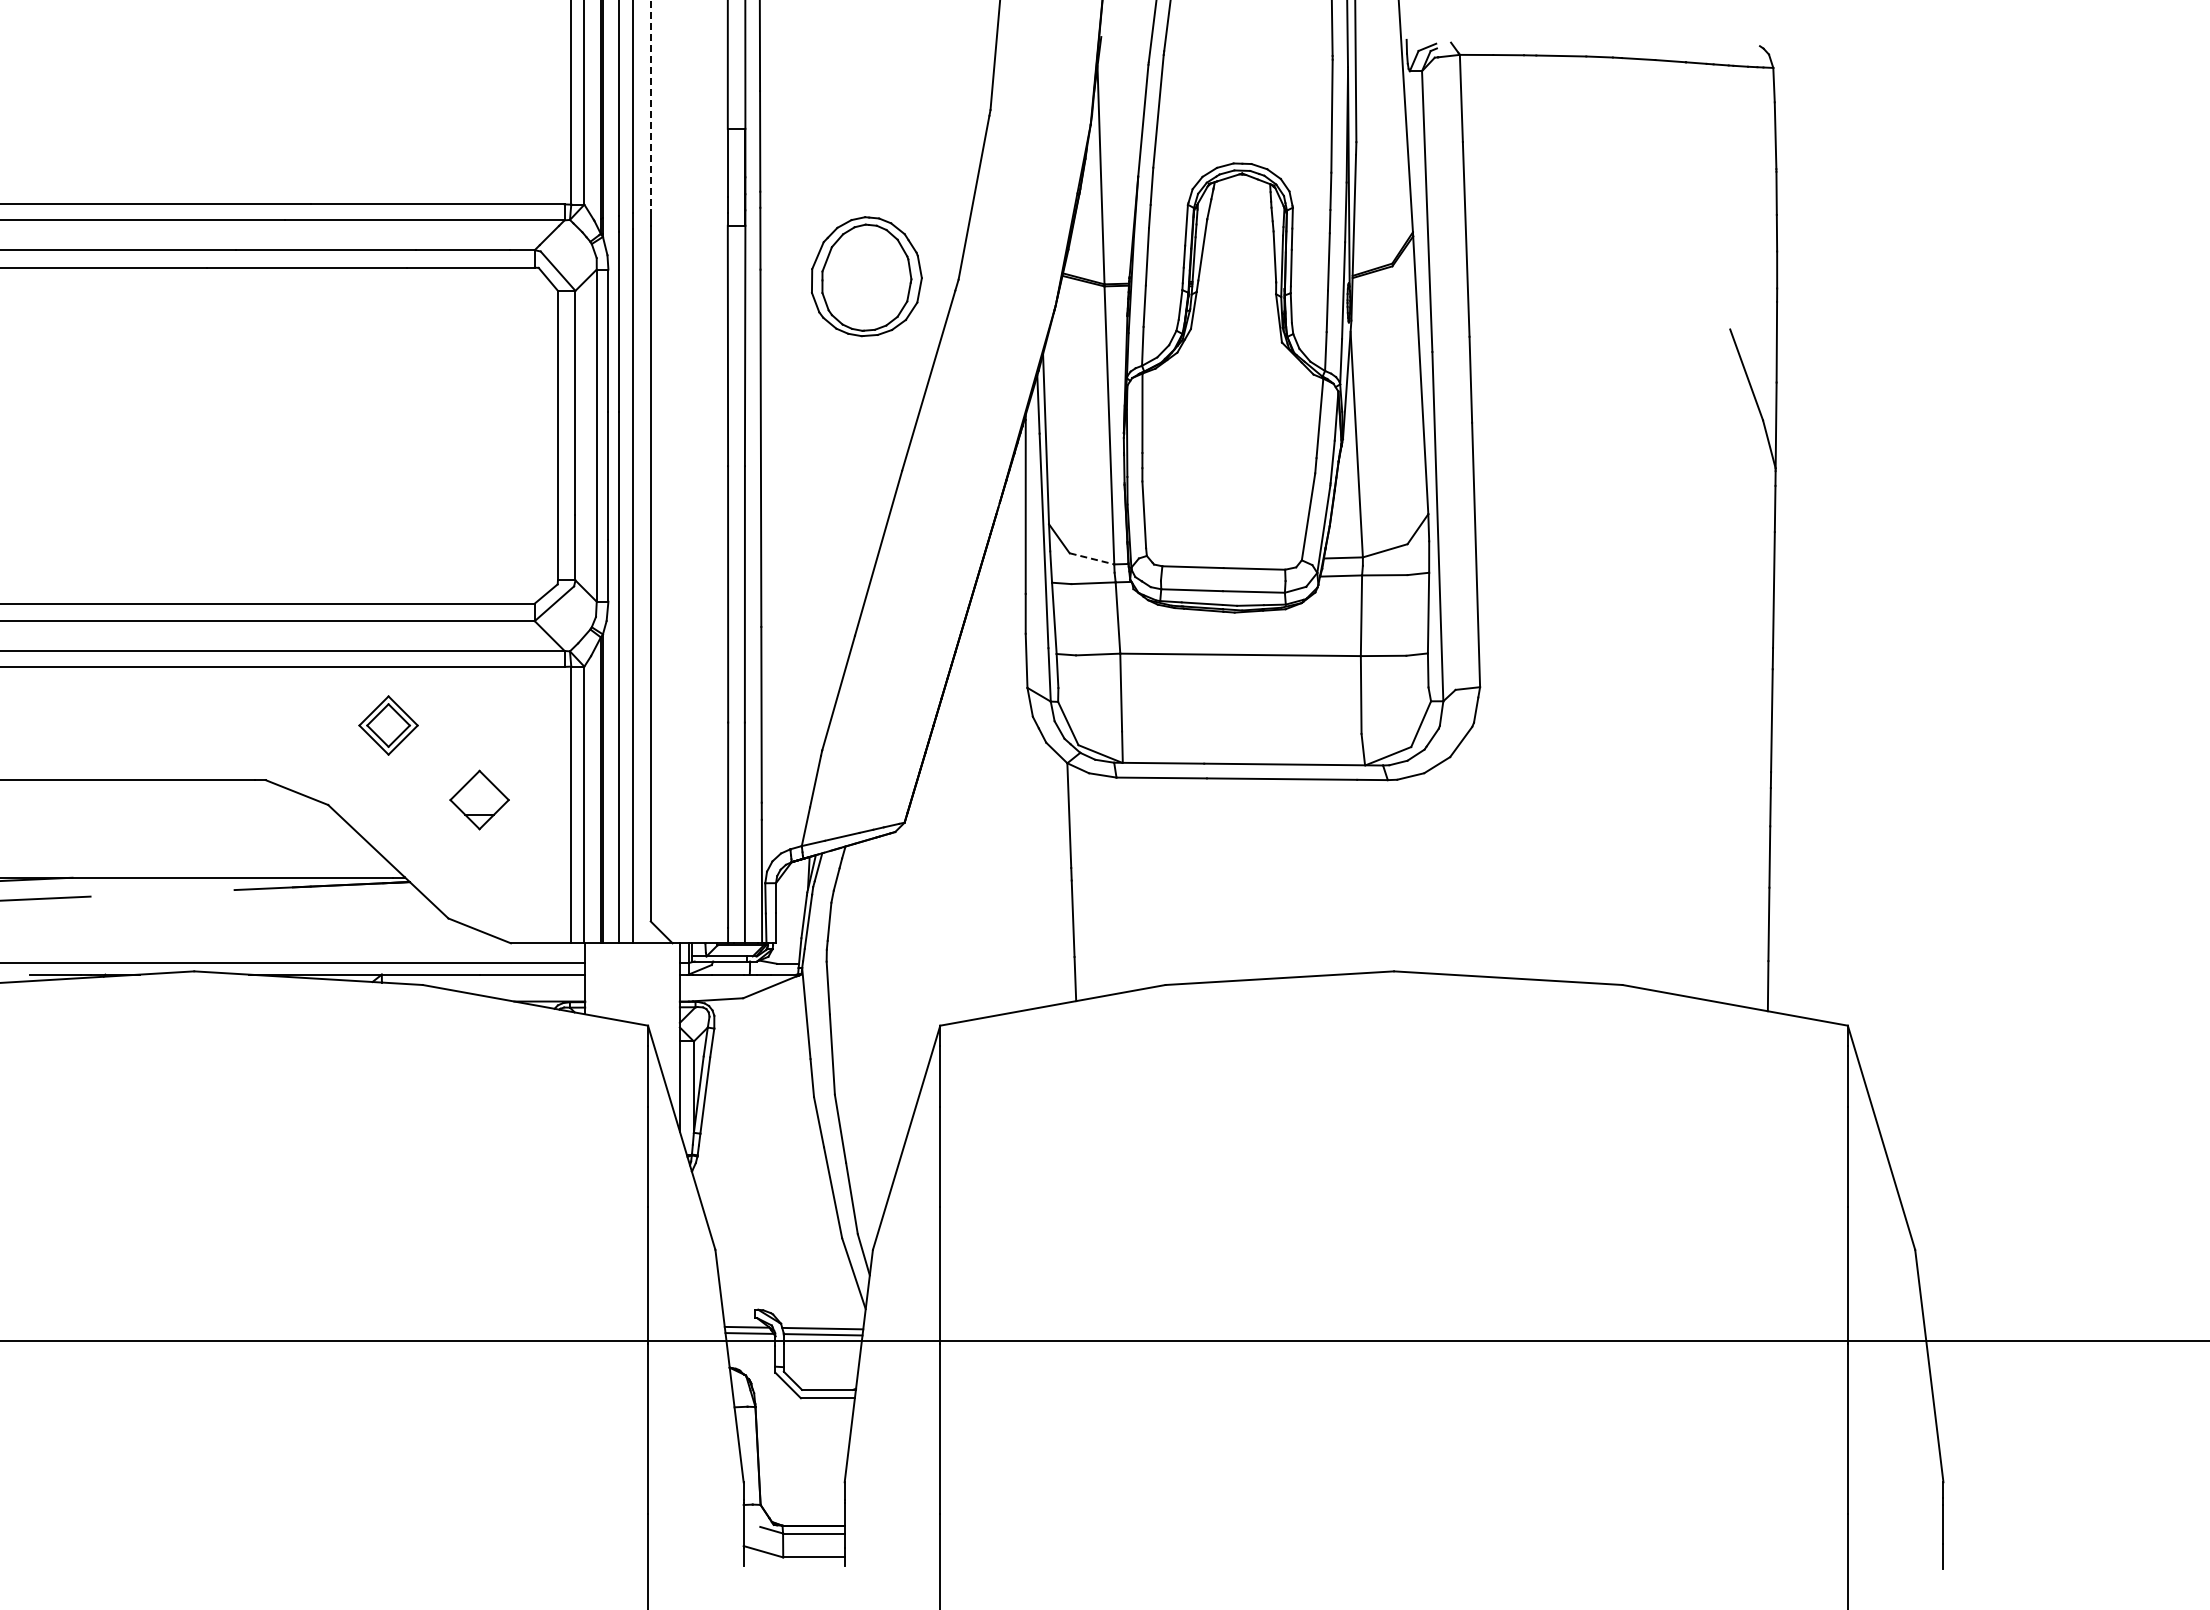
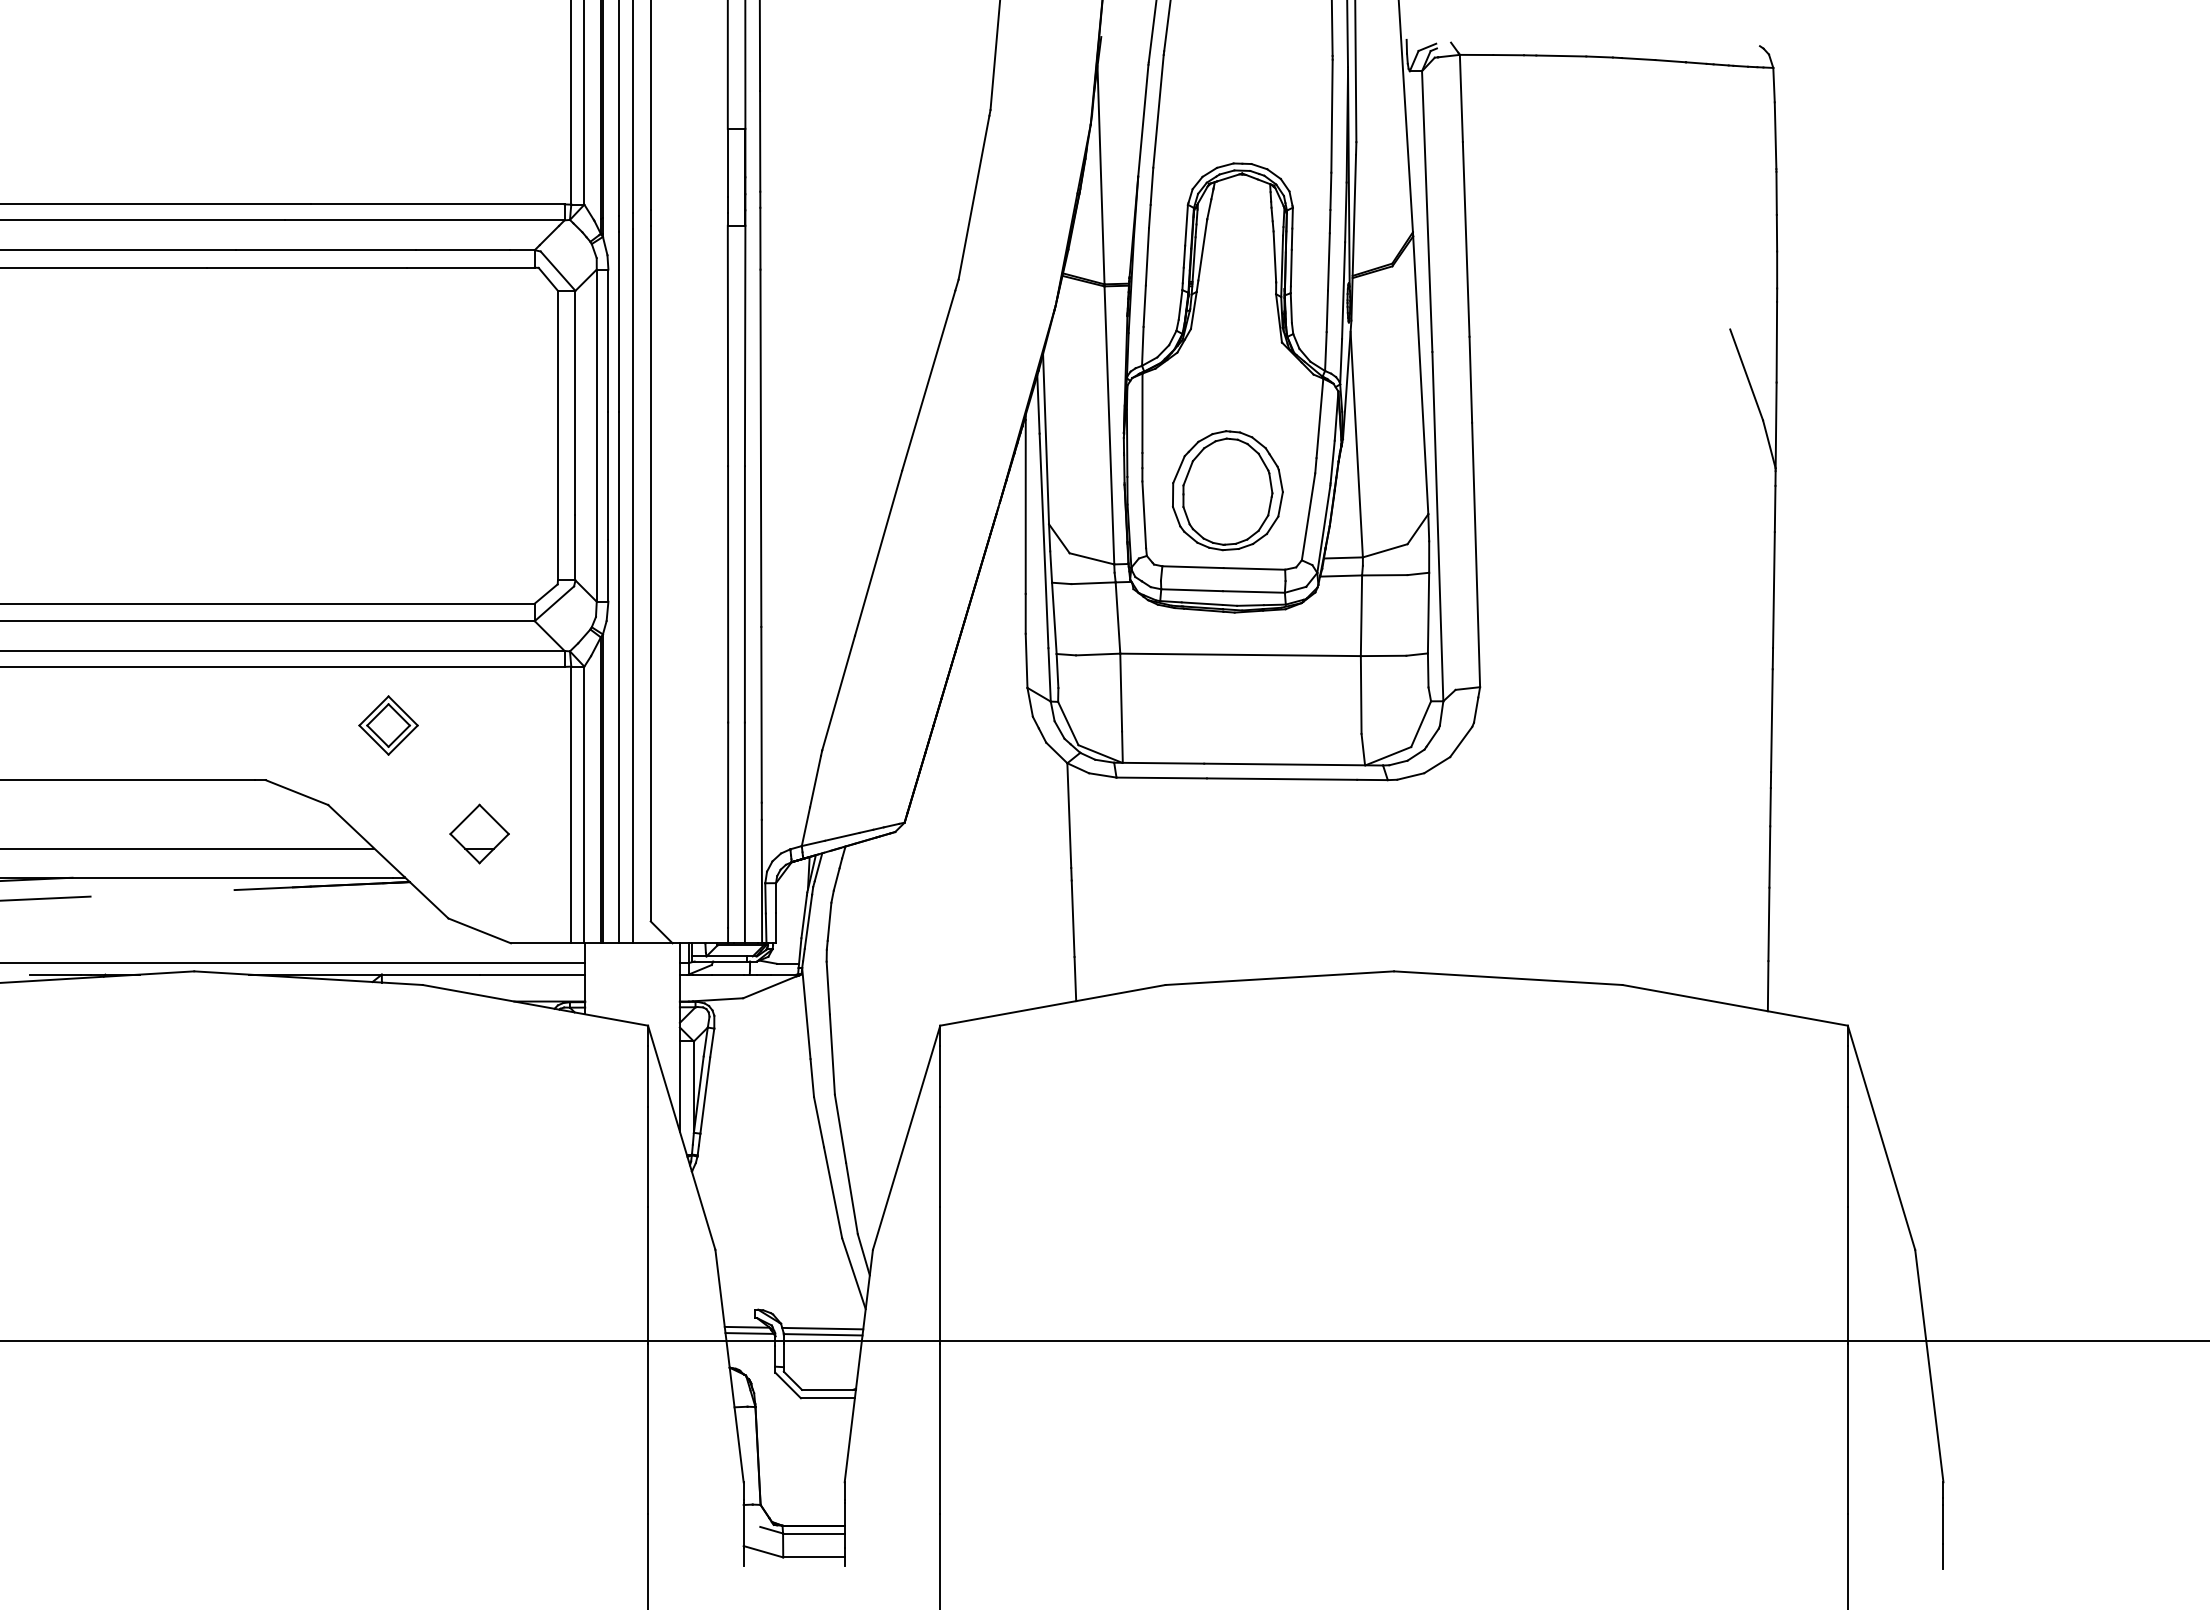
line at (650, 105): dashed -> solid
part at (866, 276) position: (866, 276) -> (1227, 490)
line at (1091, 558): dashed -> solid
part at (479, 799) position: (479, 799) -> (479, 833)
line at (188, 848): none -> present
